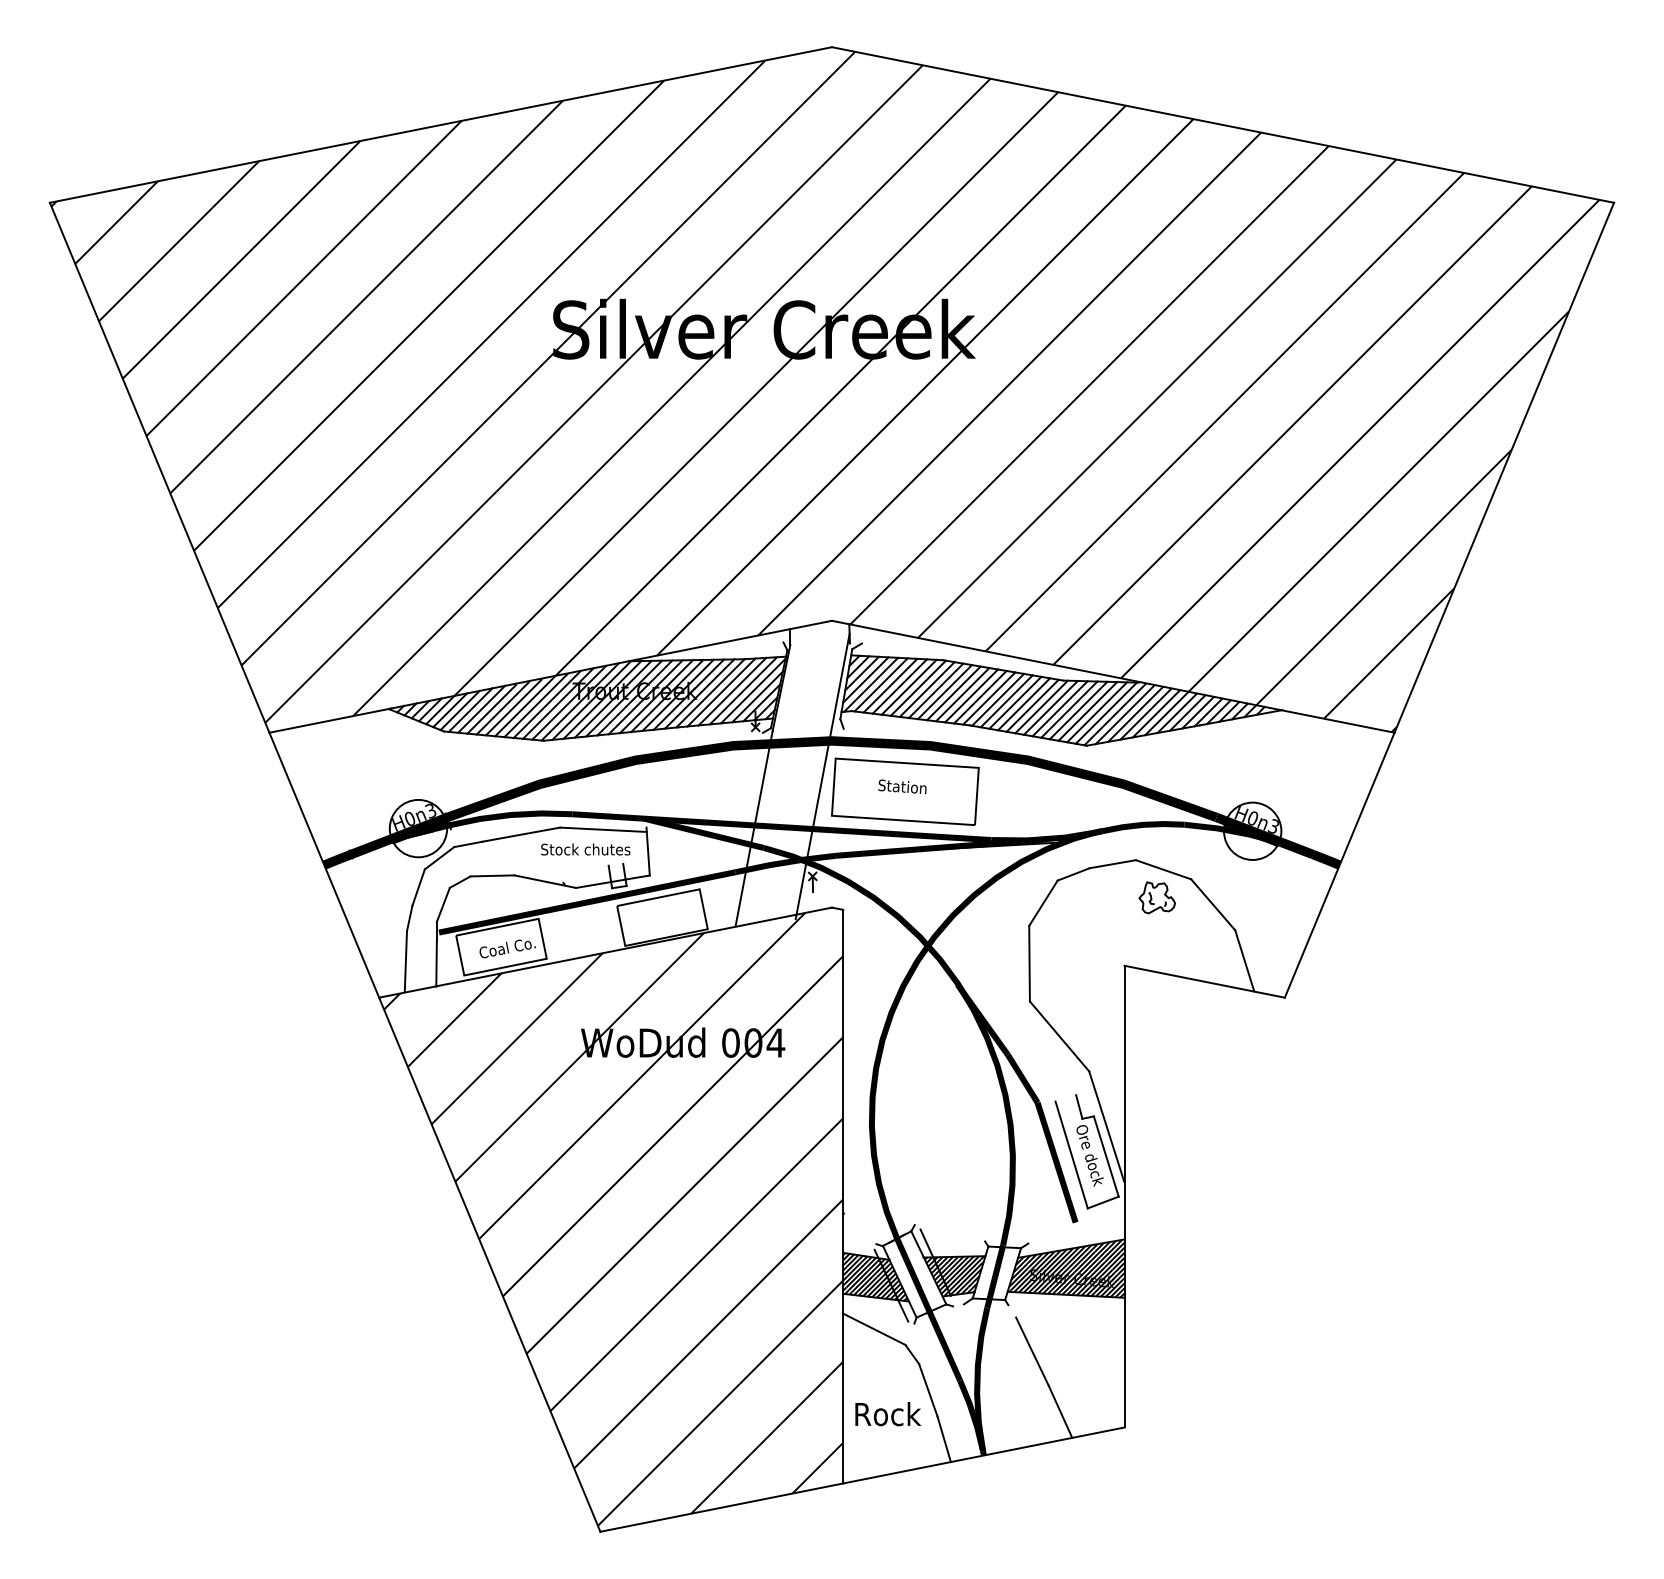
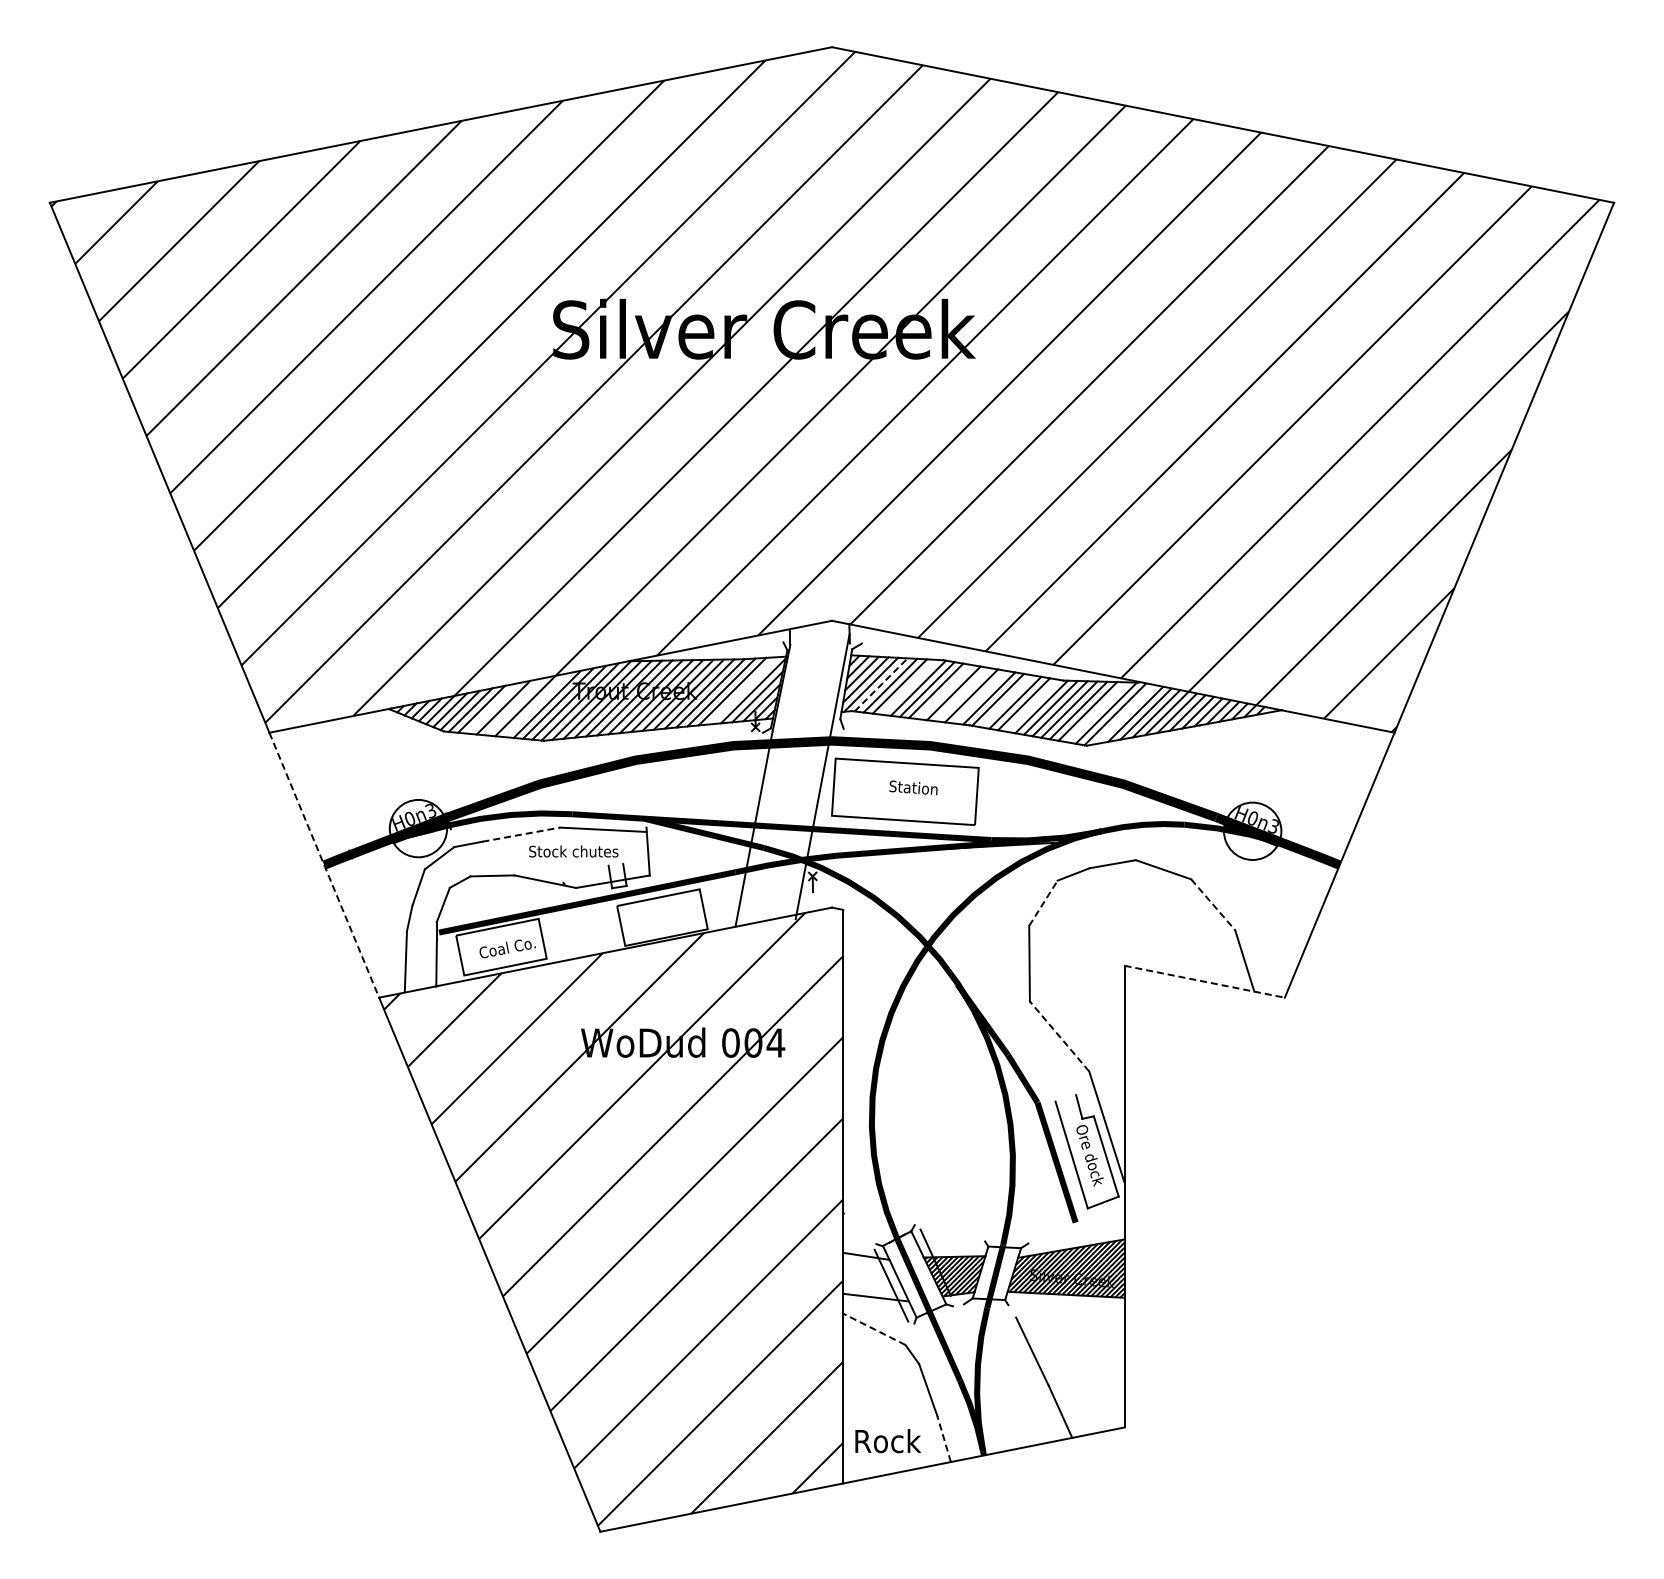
line at (881, 684): solid -> dashed
line at (908, 686): present -> none
line at (743, 690): present -> none
line at (944, 692): present -> none
line at (962, 694): present -> none
line at (980, 696): present -> none
line at (1006, 701): present -> none
line at (535, 705): present -> none
line at (1032, 705): present -> none
line at (513, 707): present -> none
line at (491, 709): present -> none
line at (1097, 712): present -> none
line at (1124, 714): present -> none
text at (902, 786) position: (902, 786) -> (913, 787)
line at (521, 834): solid -> dashed
text at (585, 849) position: (585, 849) -> (573, 851)
line at (324, 865): solid -> dashed
part at (1156, 897): present -> none
line at (1043, 903): solid -> dashed
line at (1213, 904): solid -> dashed
line at (1204, 981): solid -> dashed
line at (1059, 1036): solid -> dashed
hatch at (875, 1277): present -> none
line at (874, 1329): solid -> dashed
text at (888, 1414) position: (888, 1414) -> (888, 1441)
line at (944, 1439): solid -> dashed
